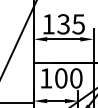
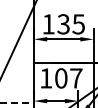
text at (76, 78): 100 -> 107
line at (17, 102): solid -> dashed
